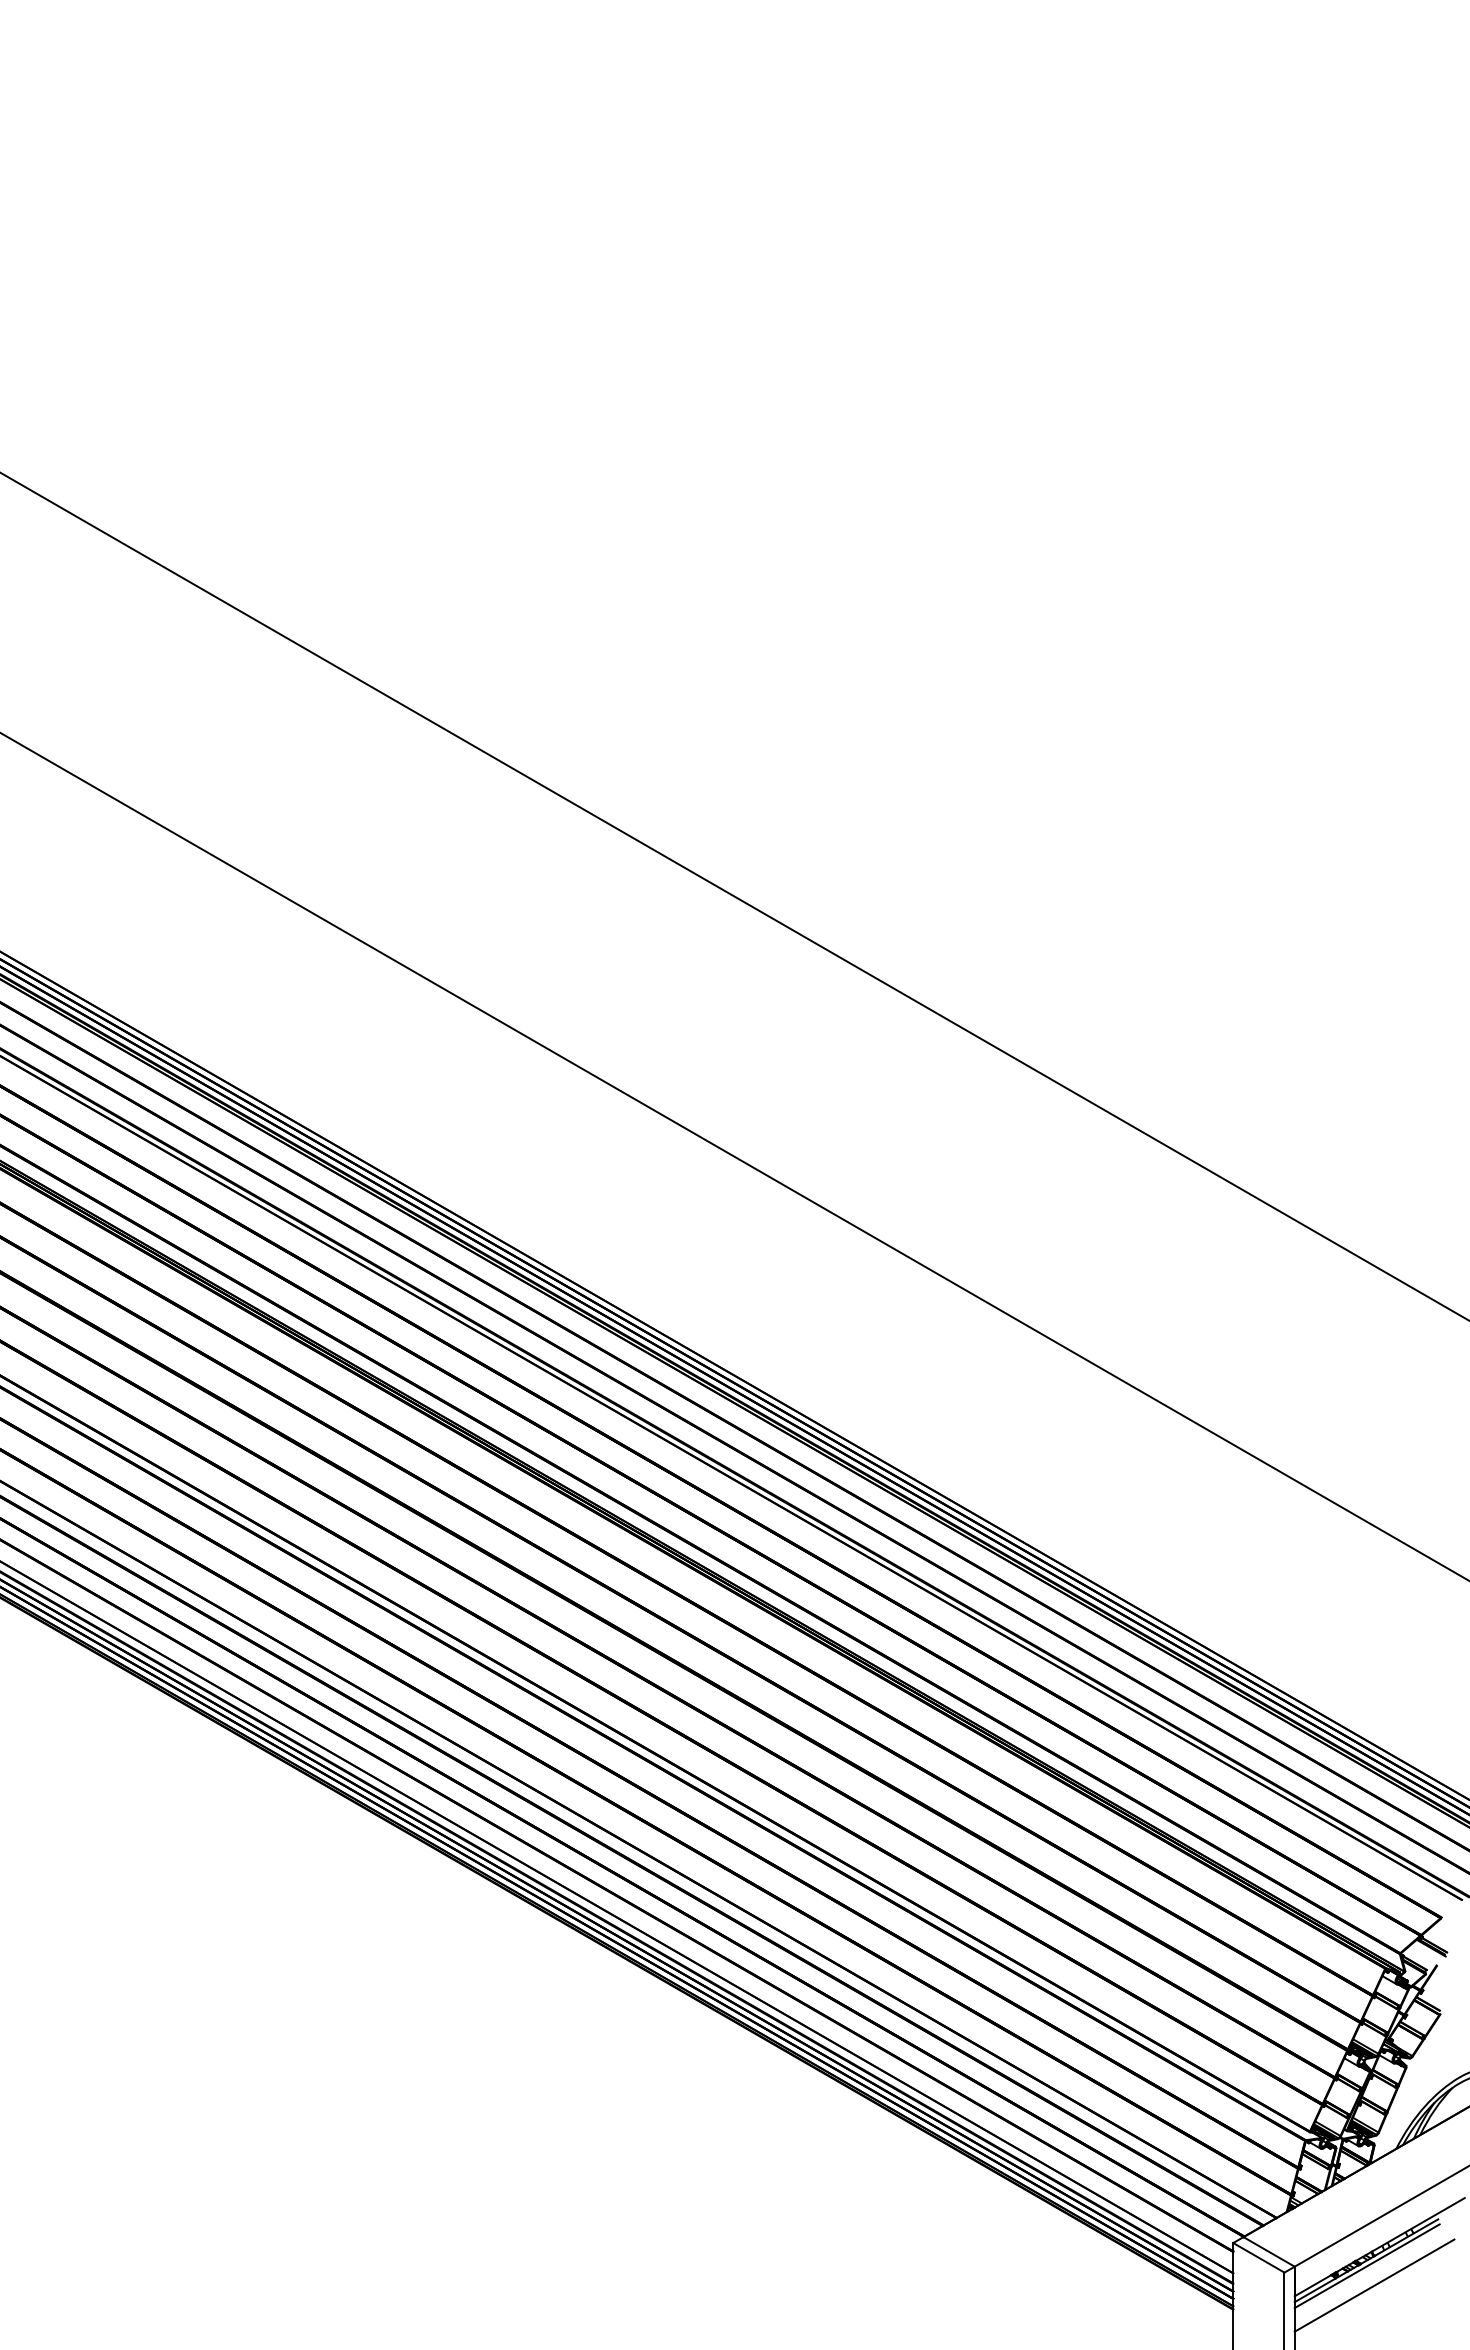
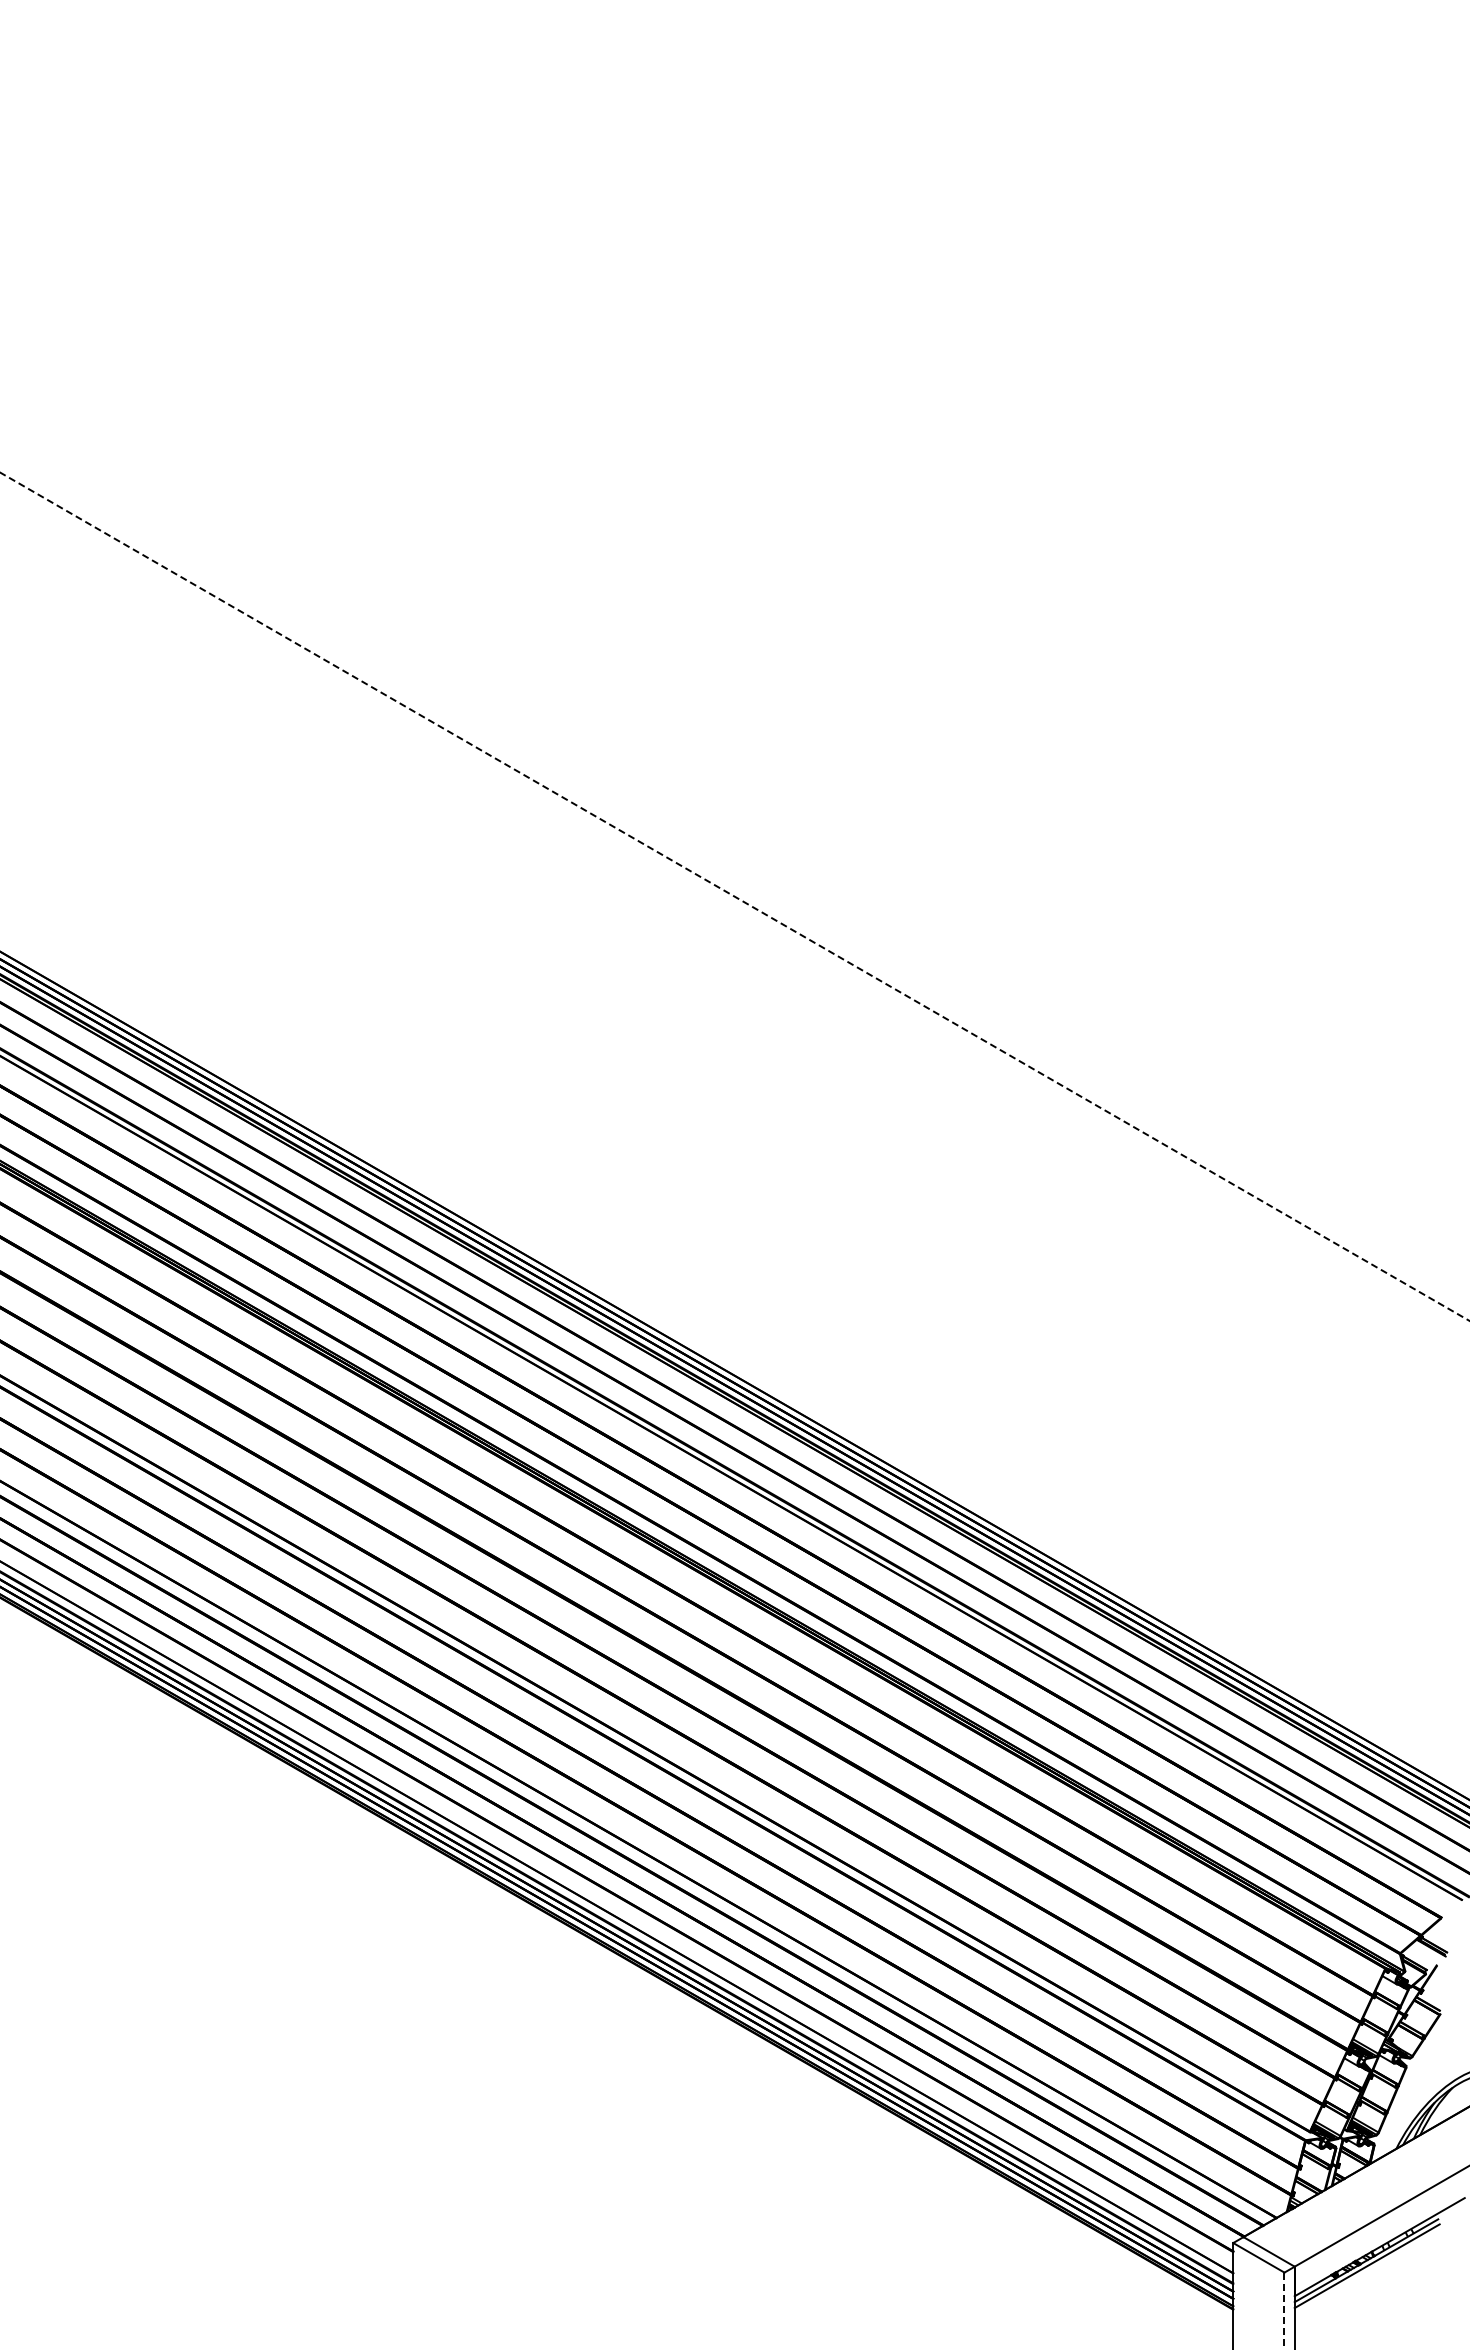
line at (734, 896): solid -> dashed
line at (734, 1156): present -> none
line at (1374, 2285): present -> none
line at (1284, 2310): solid -> dashed
